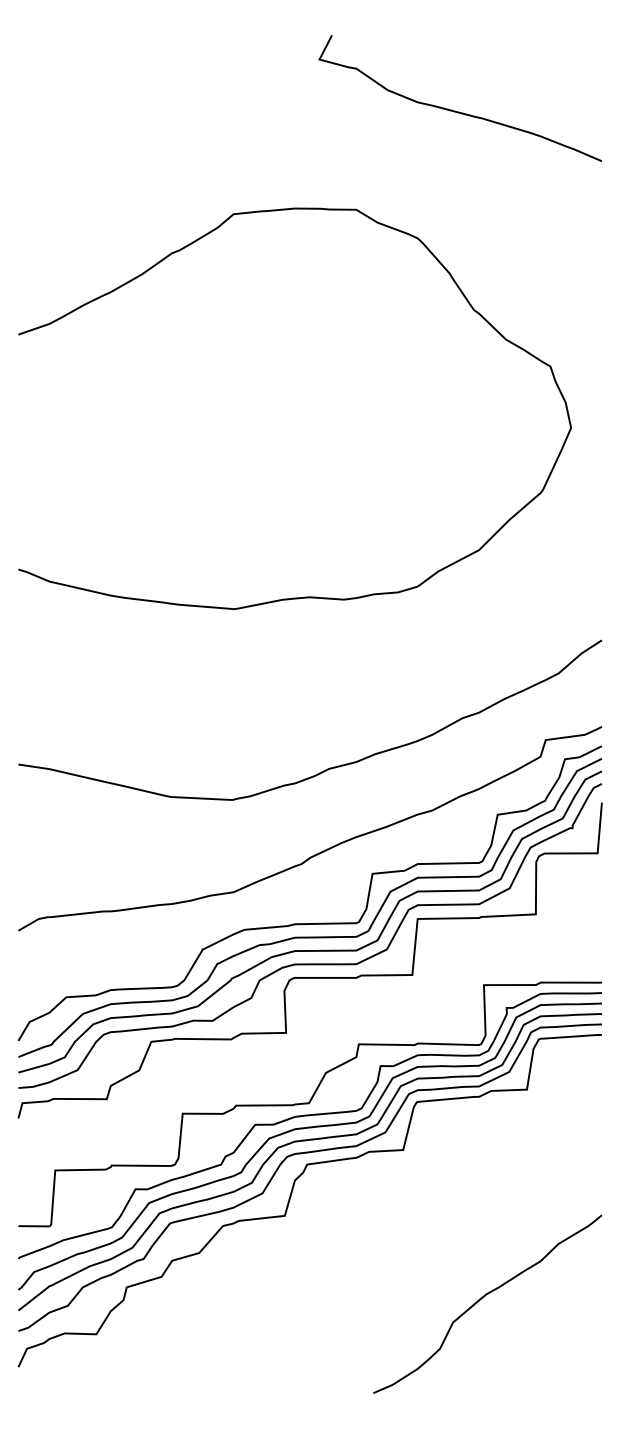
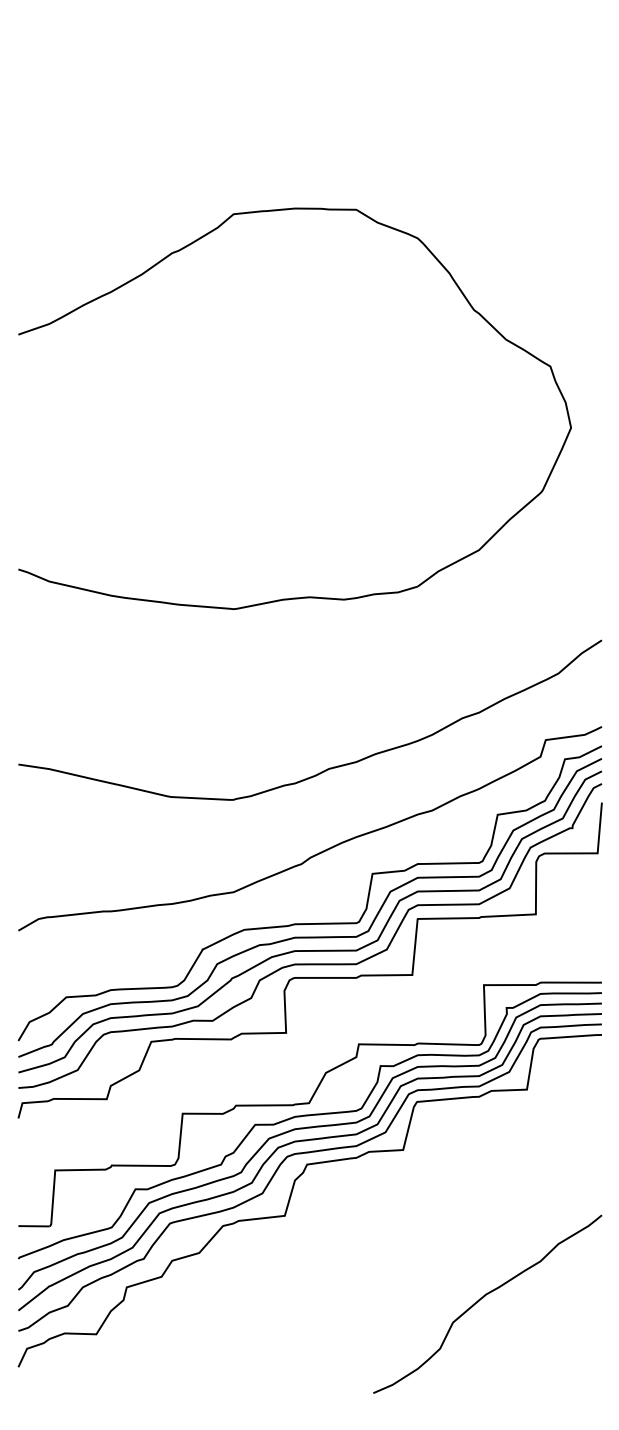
curve at (455, 110): present -> none
